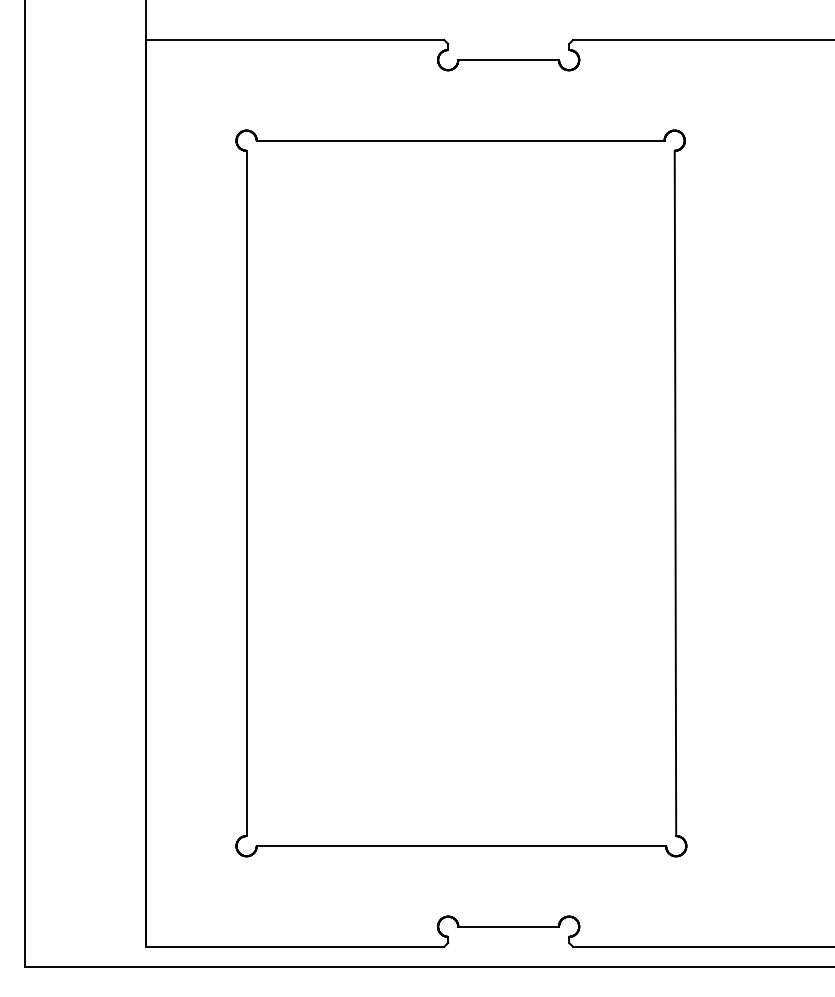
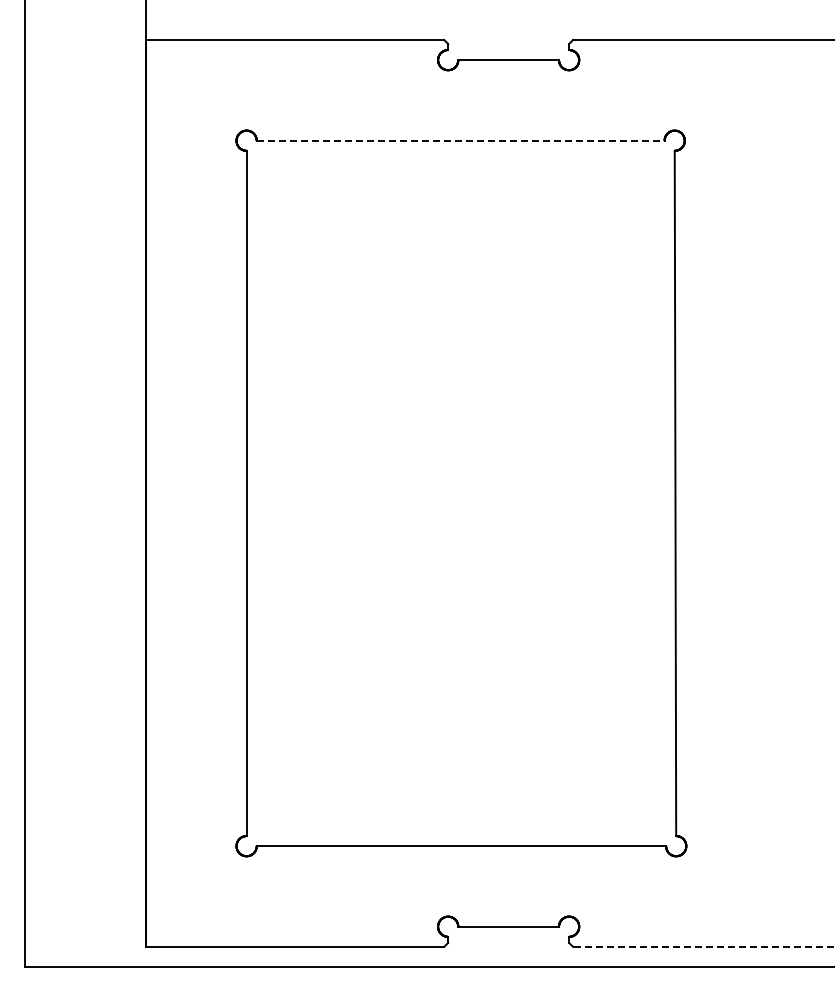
line at (460, 140): solid -> dashed
line at (703, 946): solid -> dashed
